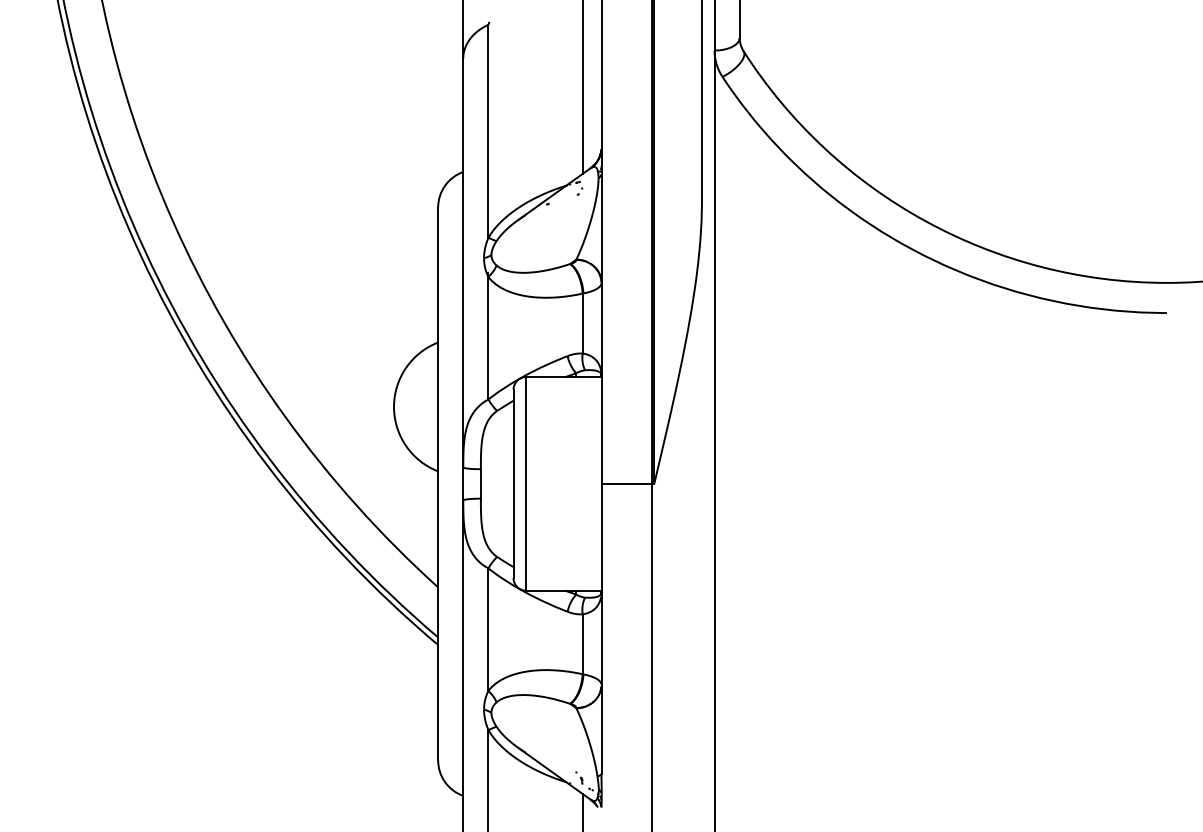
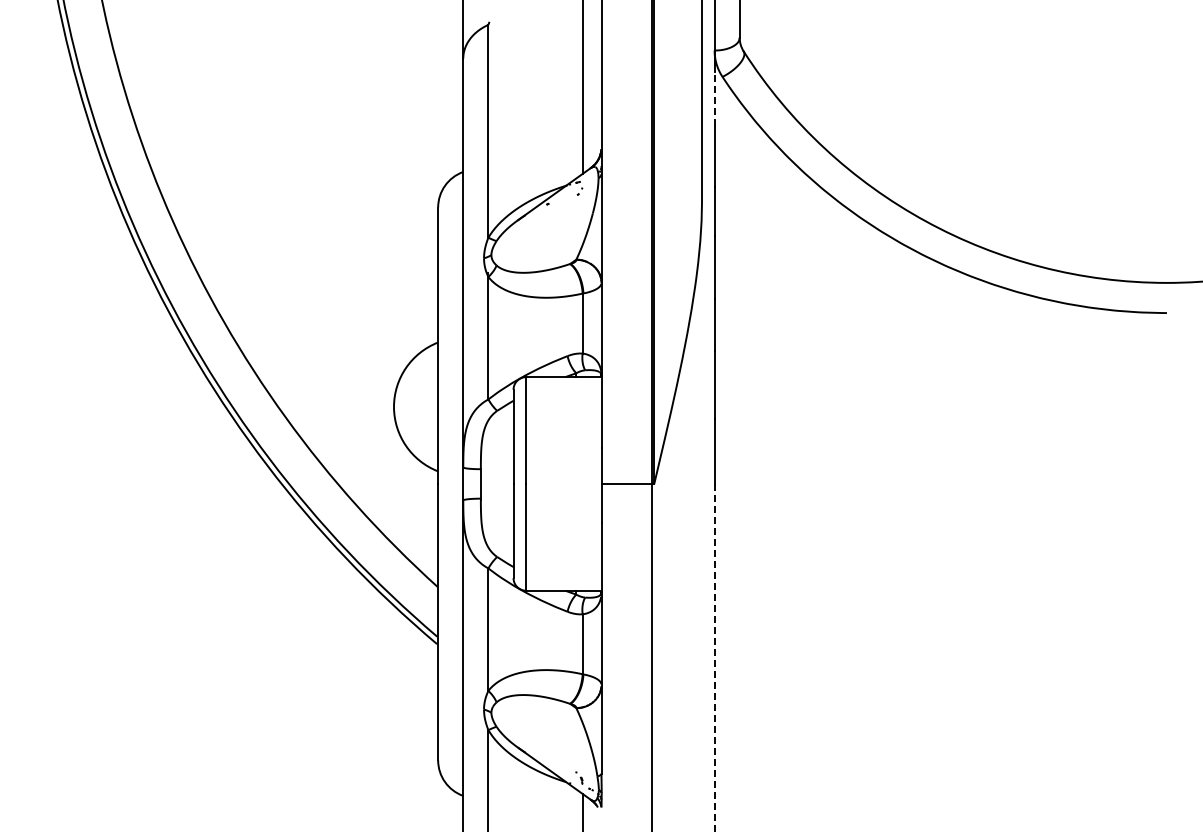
line at (714, 98): solid -> dashed
line at (714, 657): solid -> dashed
